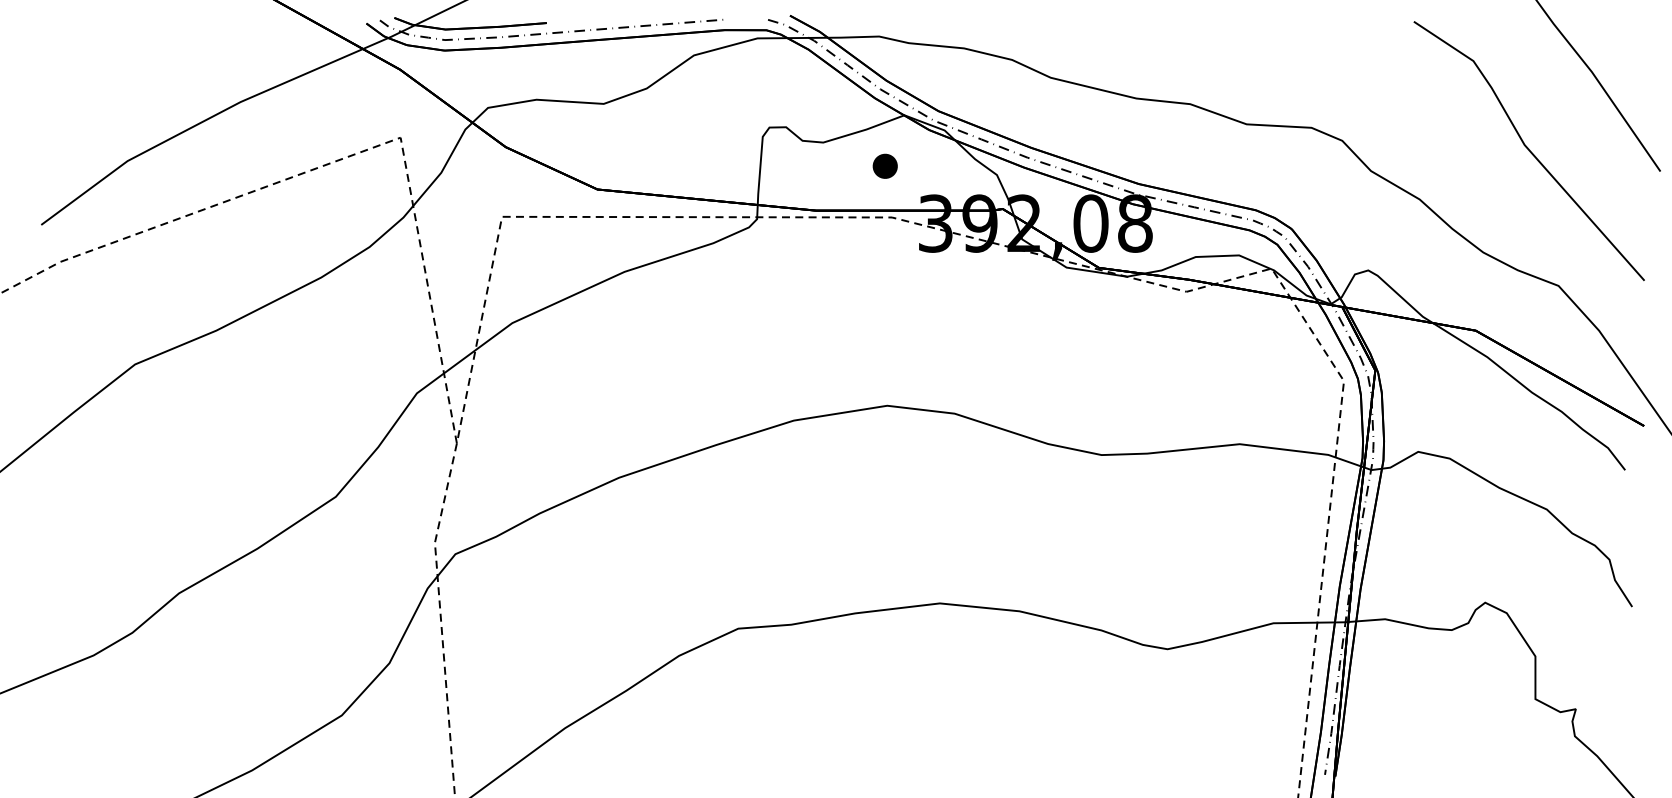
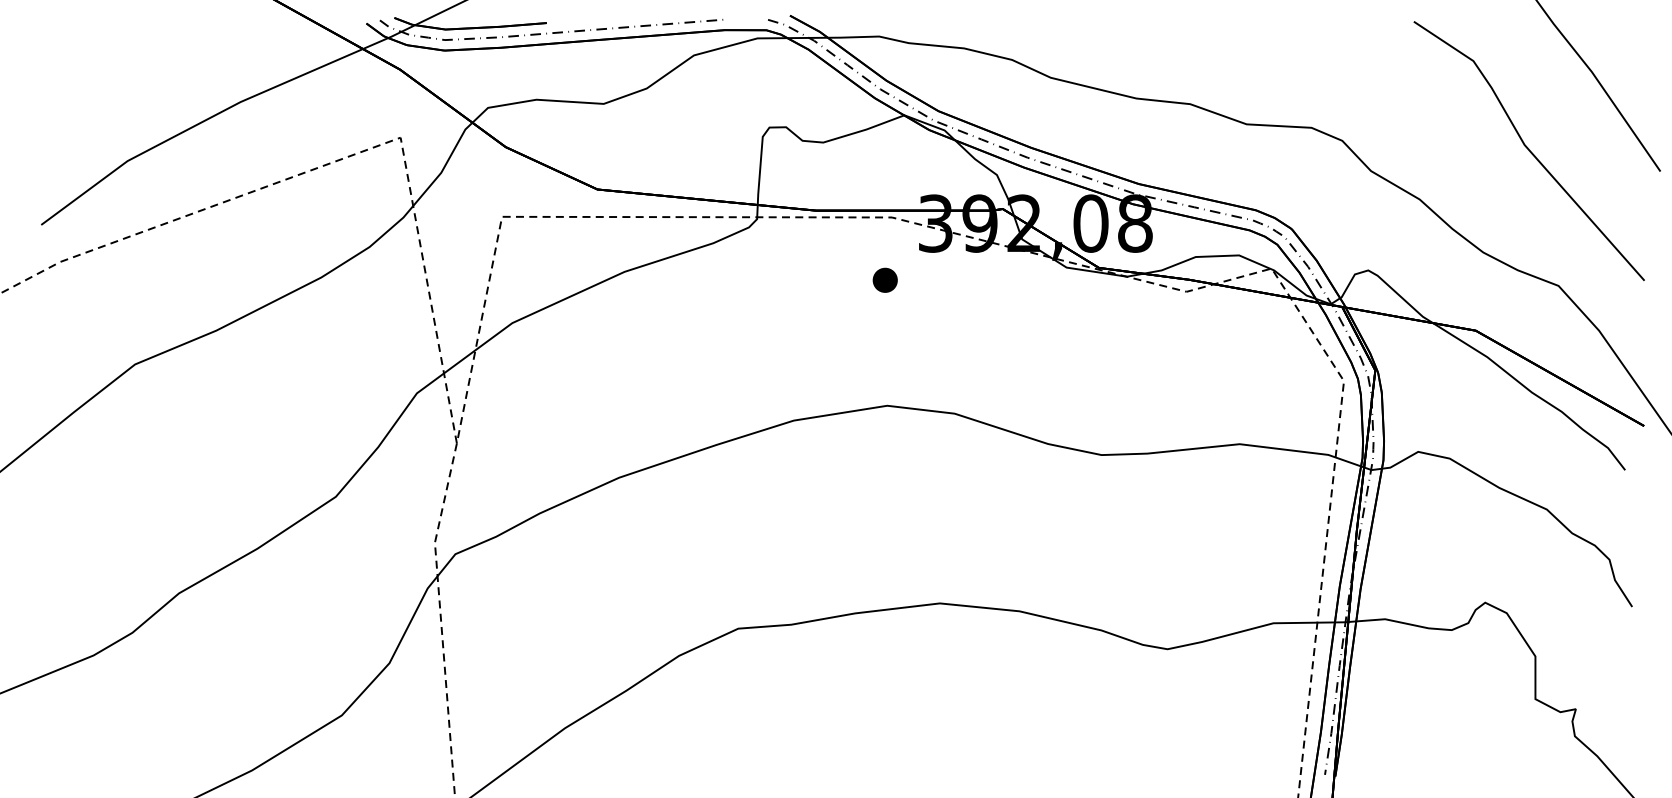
part at (884, 165) position: (884, 165) -> (884, 279)
